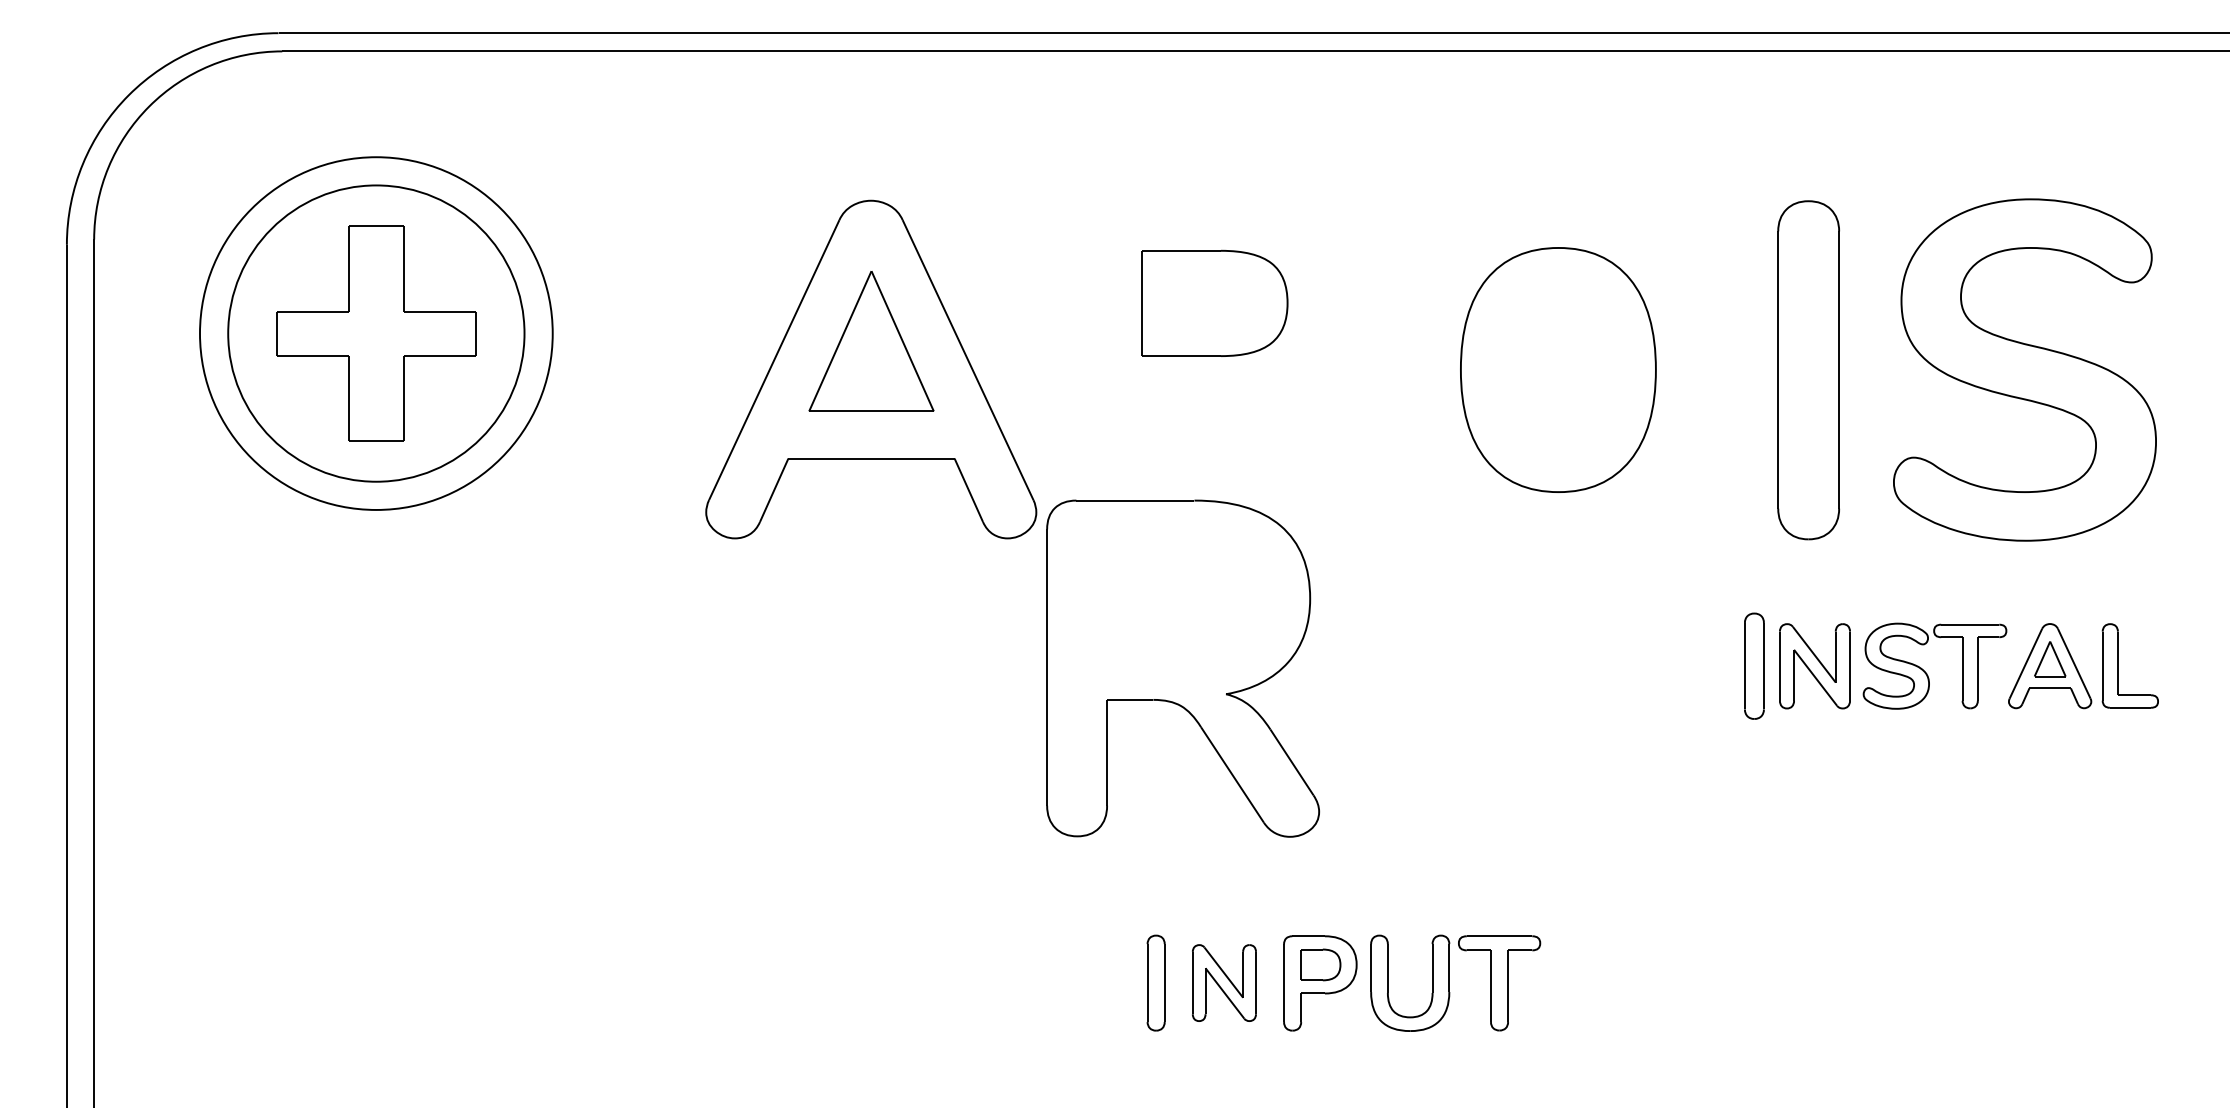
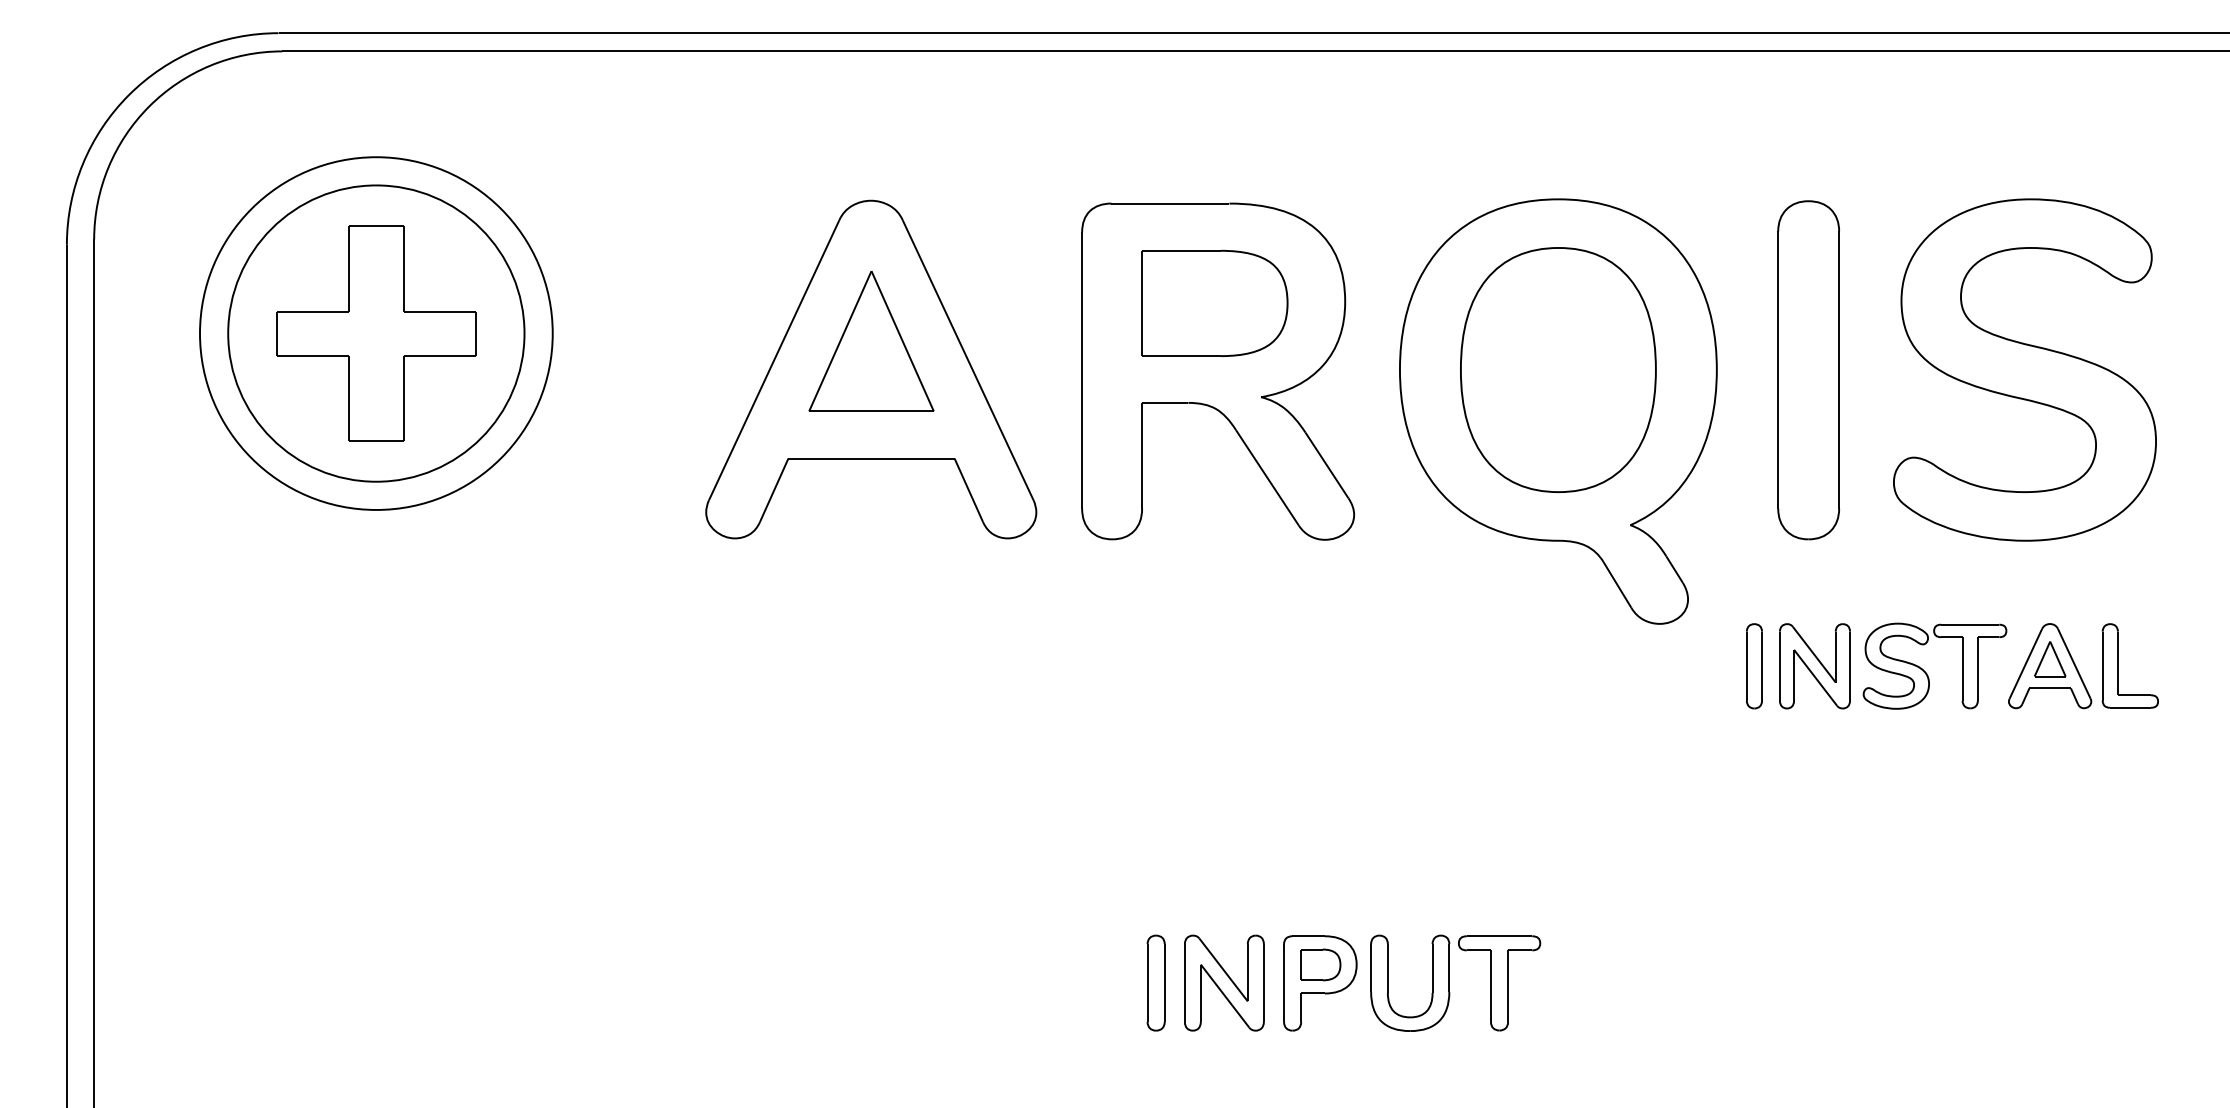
part at (1558, 411): none -> present
part at (1754, 665) size: 21x108 px -> 17x87 px
part at (1182, 668) position: (1182, 668) -> (1217, 371)
part at (1224, 982) size: 65x78 px -> 81x98 px
